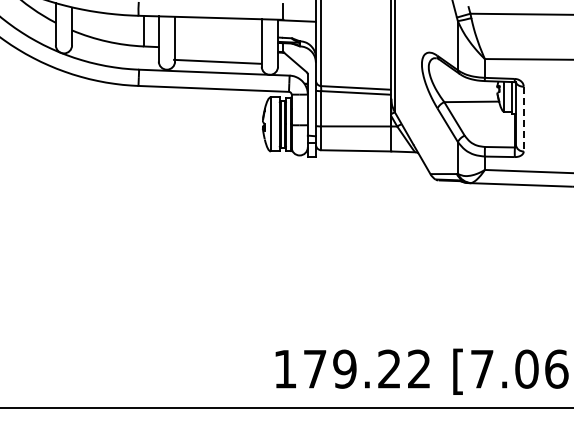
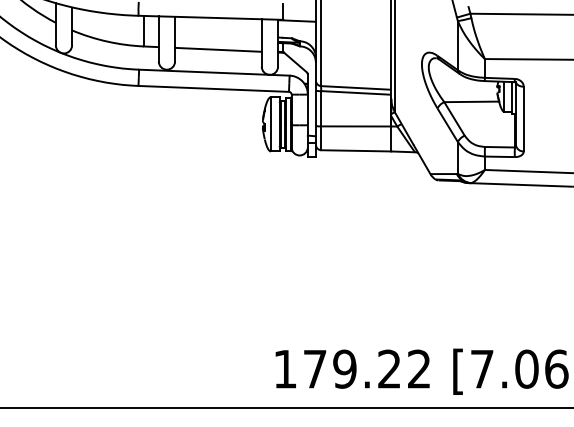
line at (217, 61) position: (217, 61) -> (218, 49)
line at (523, 119): dashed -> solid
